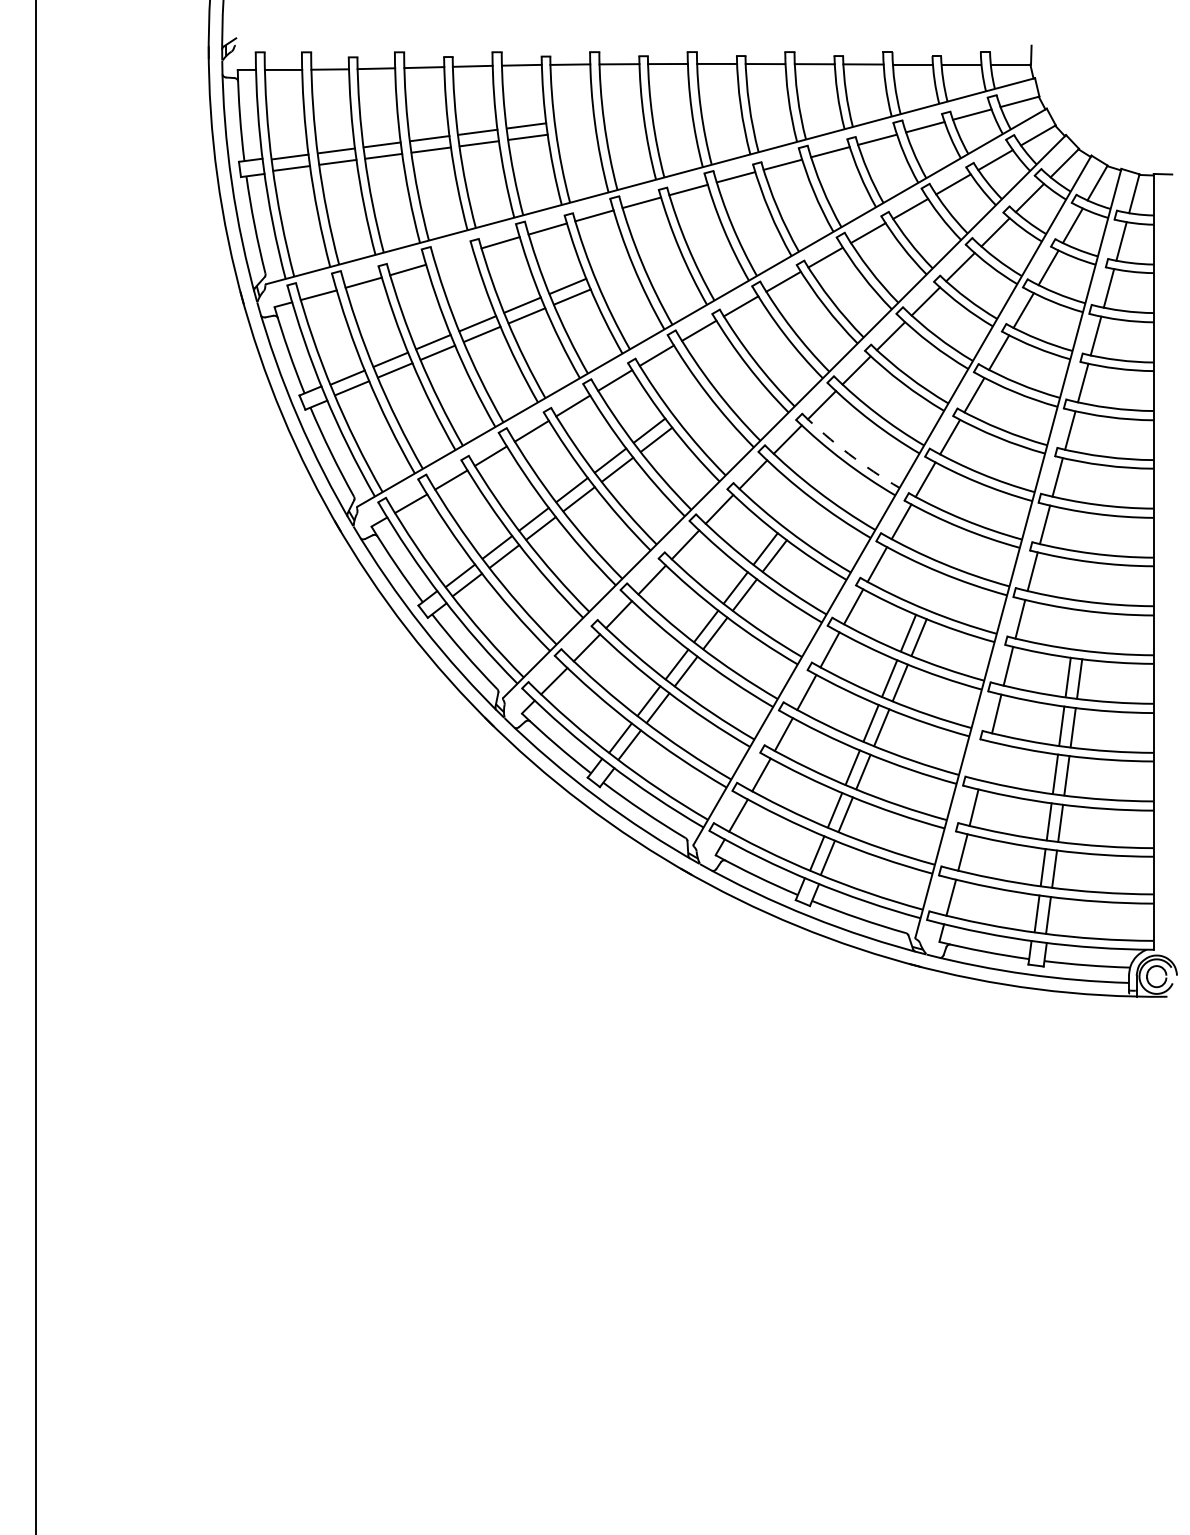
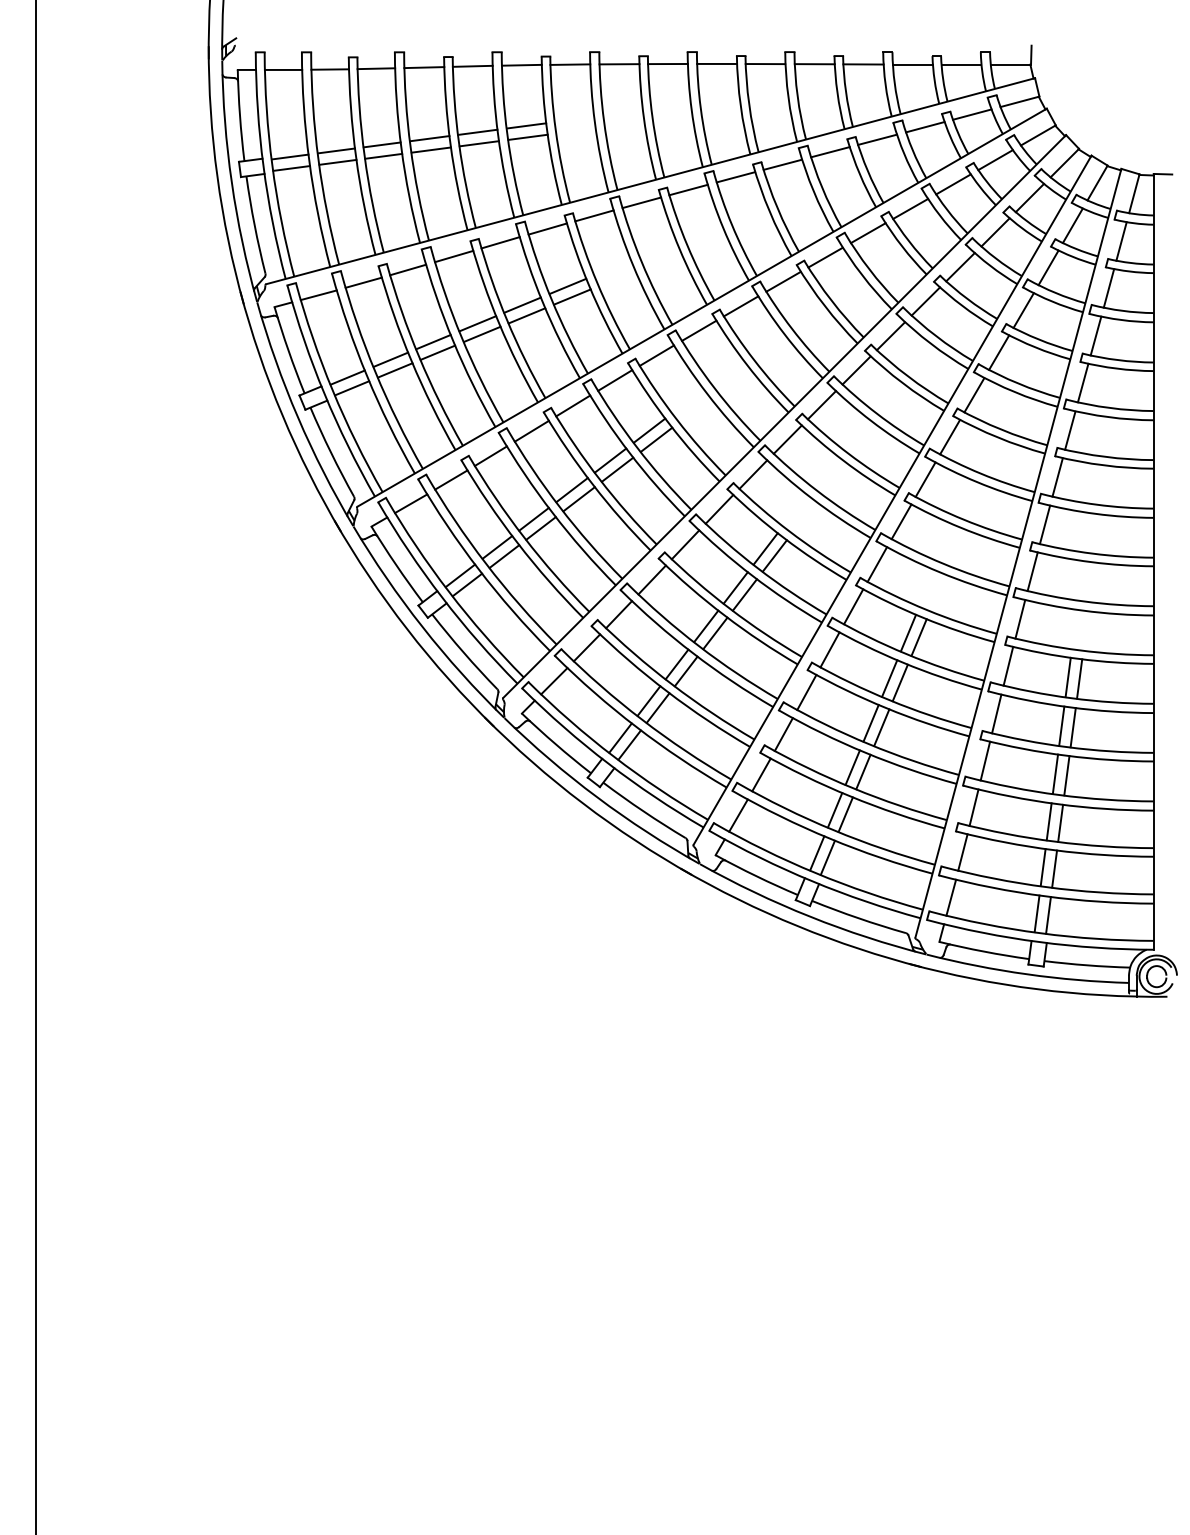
line at (454, 256): none -> present
arc at (848, 453): dashed -> solid
line at (985, 760): none -> present
